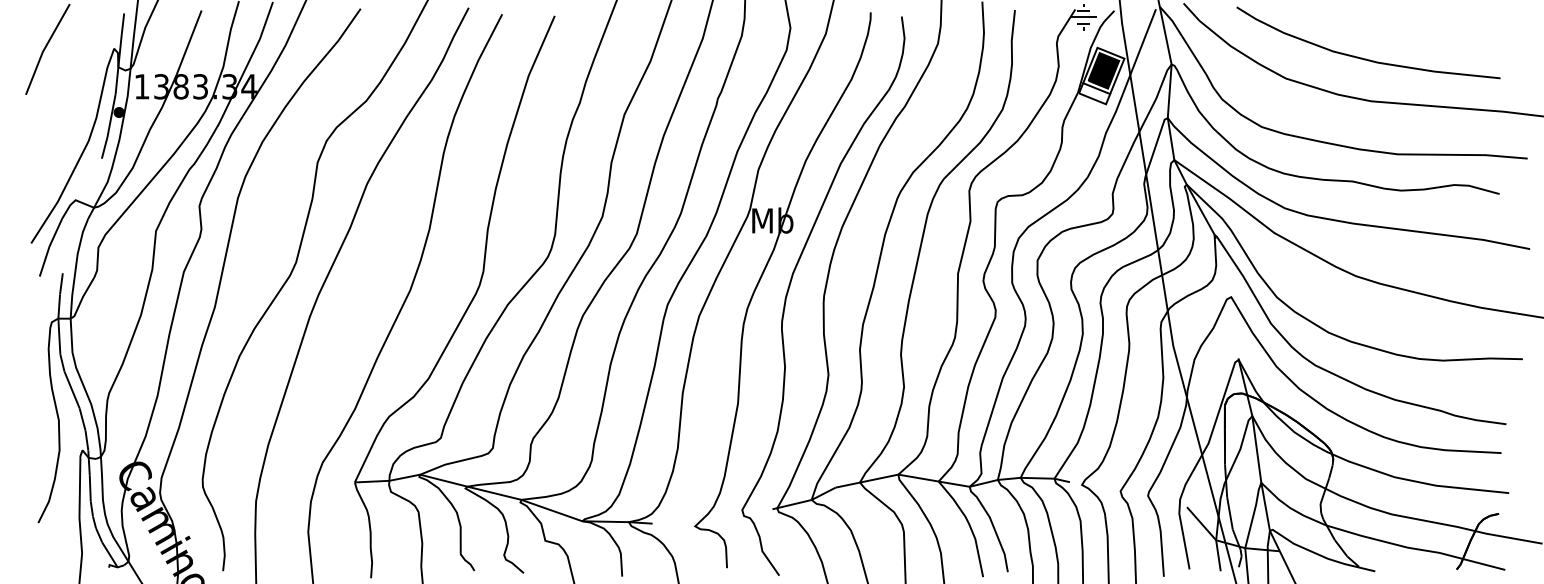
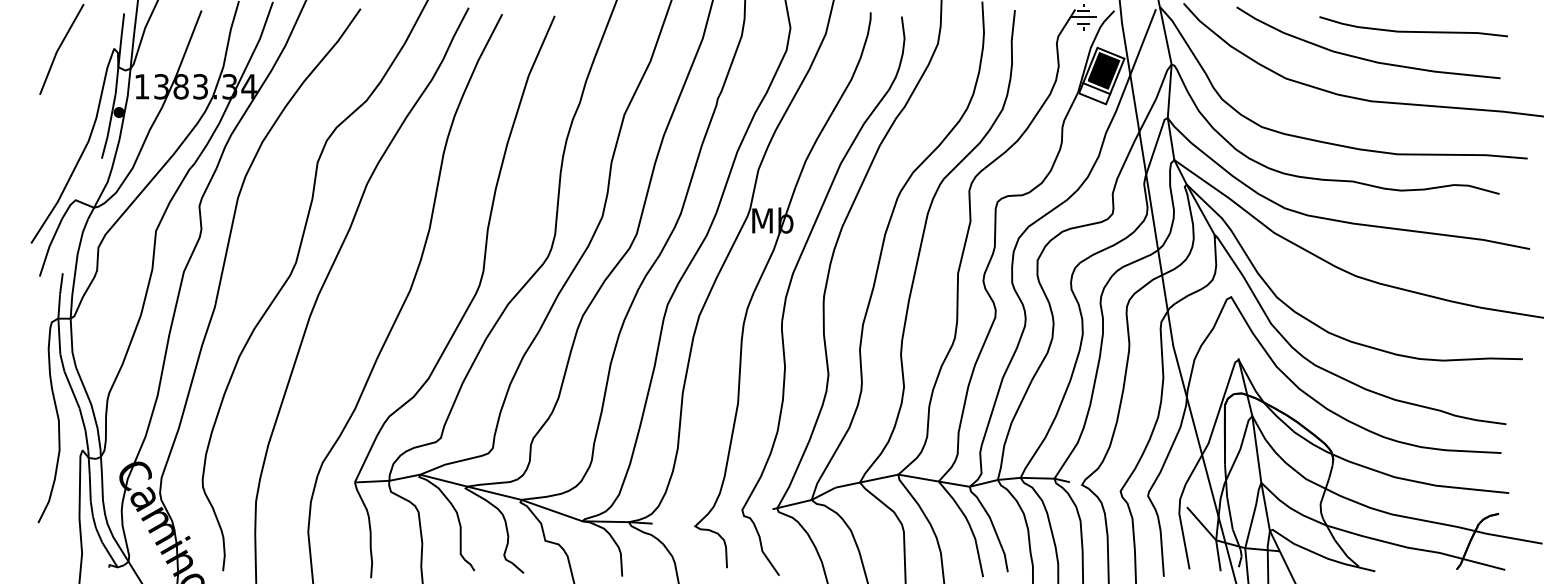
curve at (1413, 31): none -> present
line at (46, 47) position: (46, 47) -> (60, 47)
